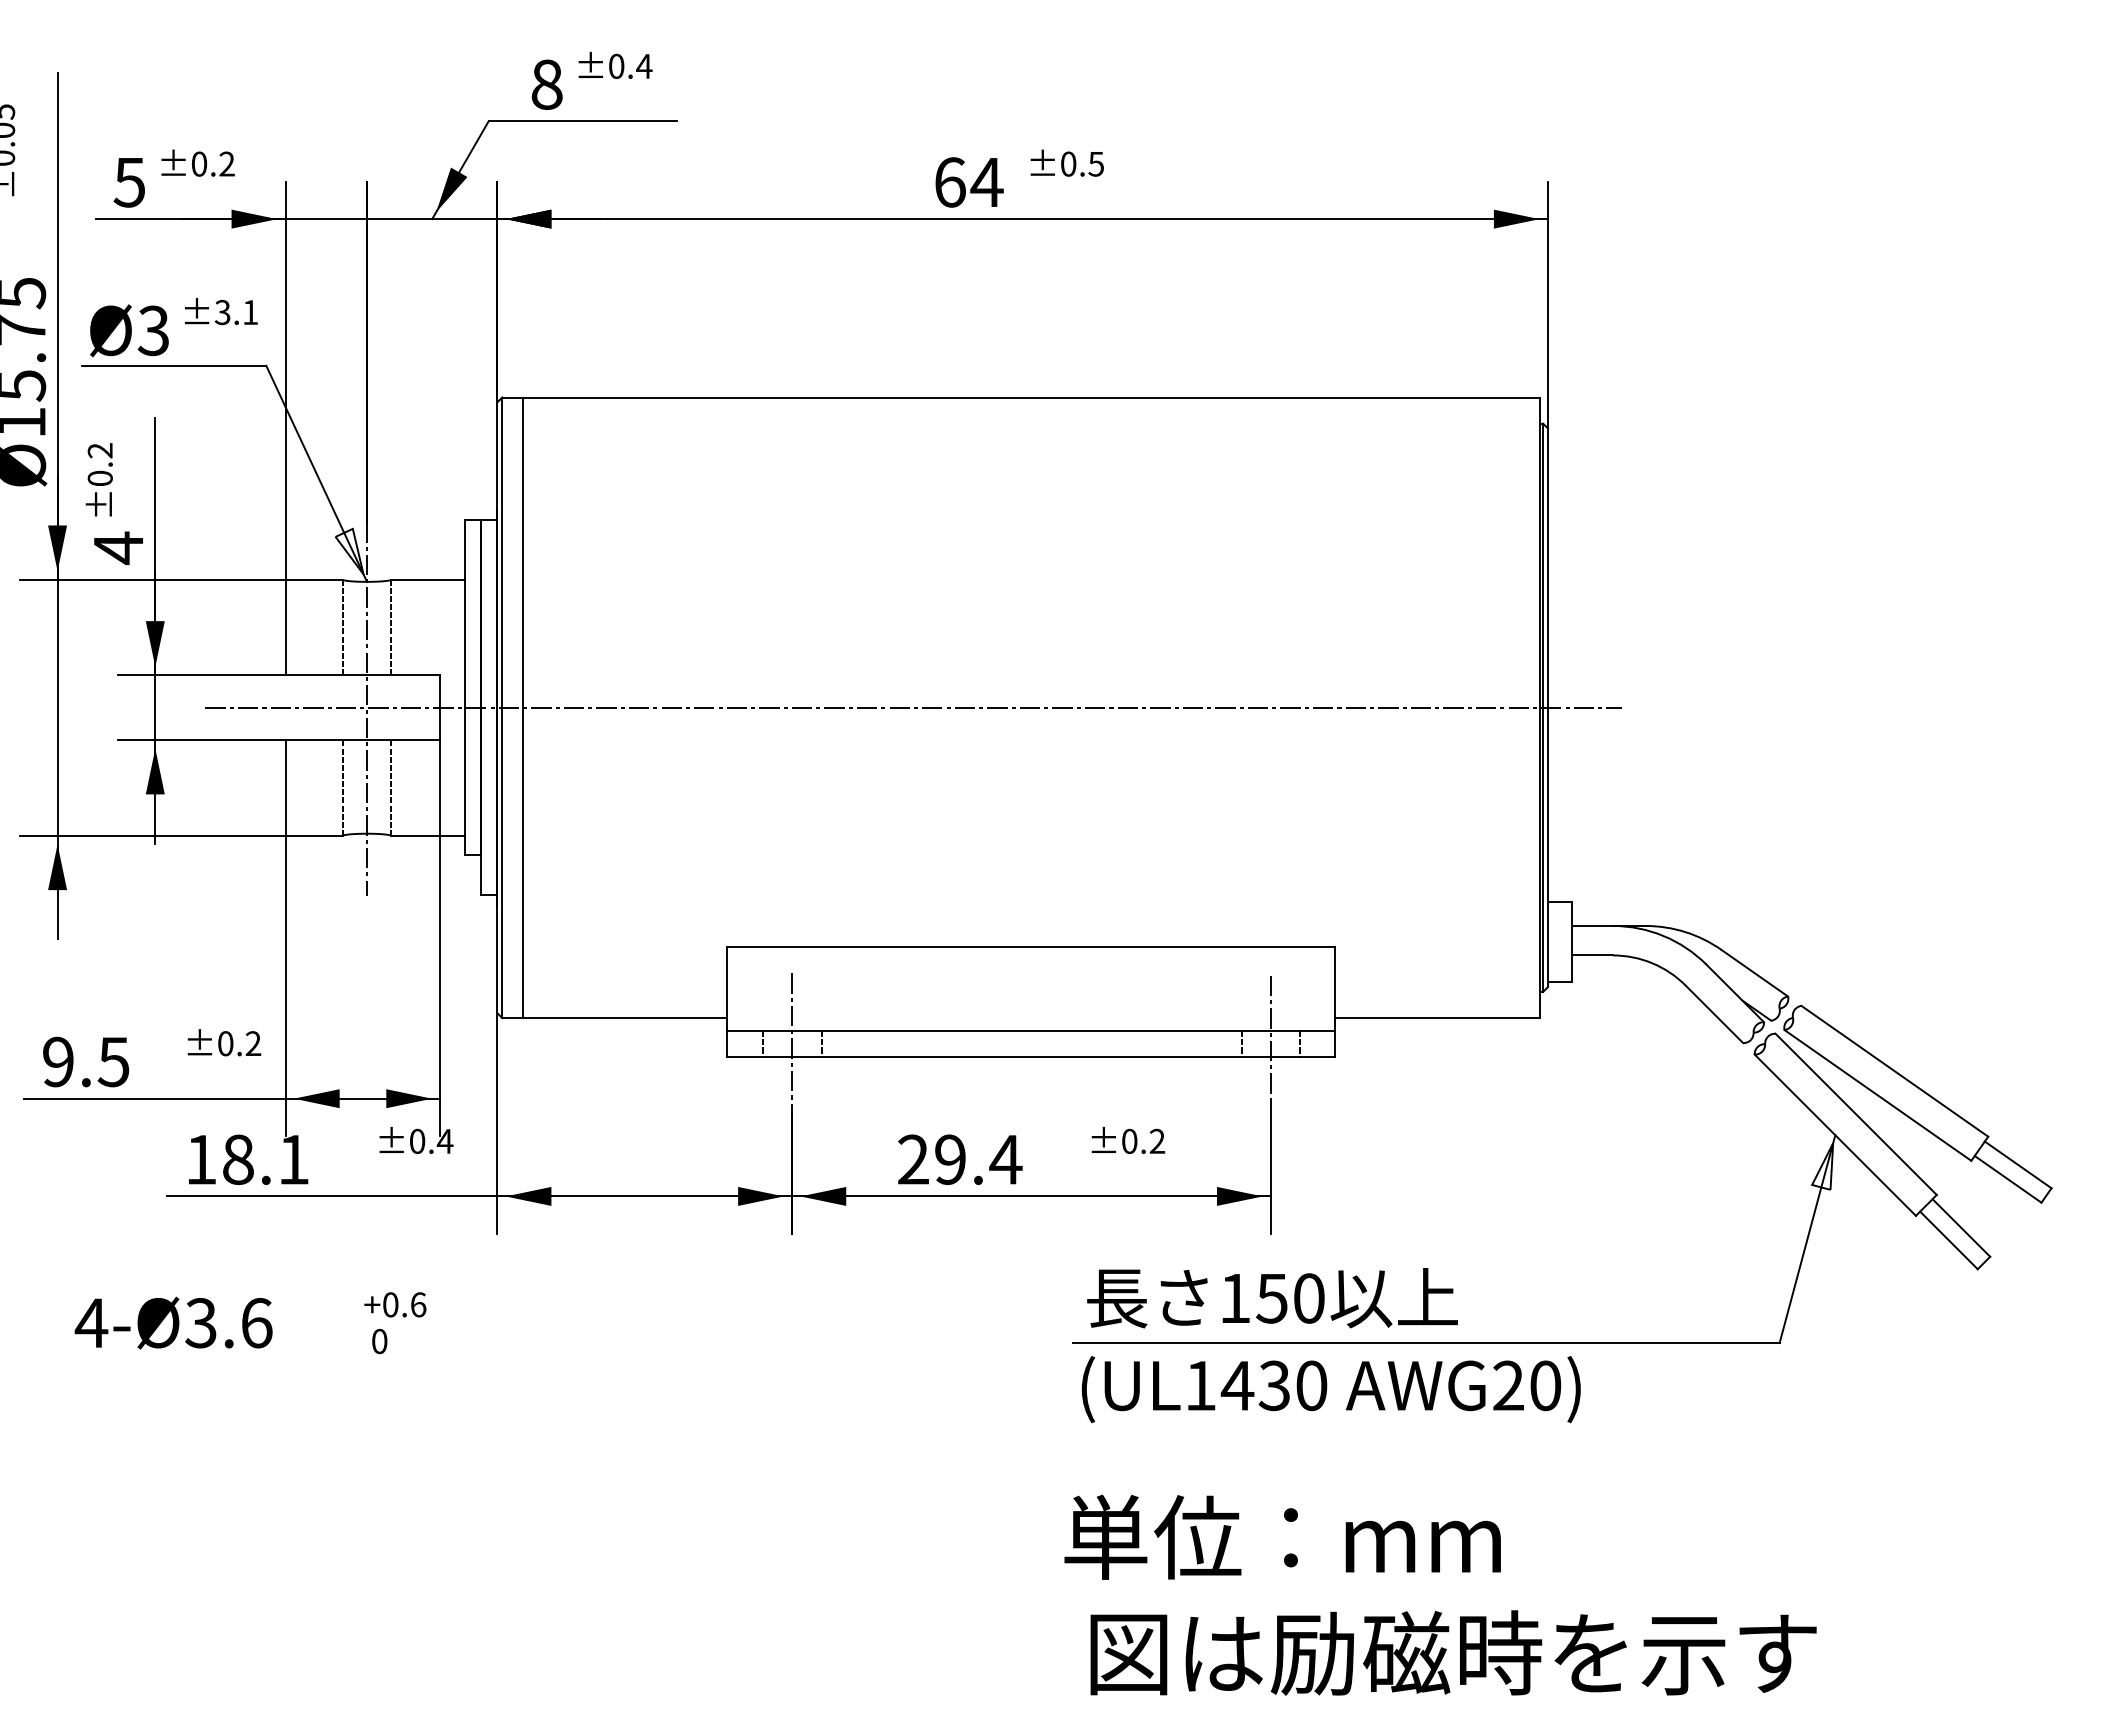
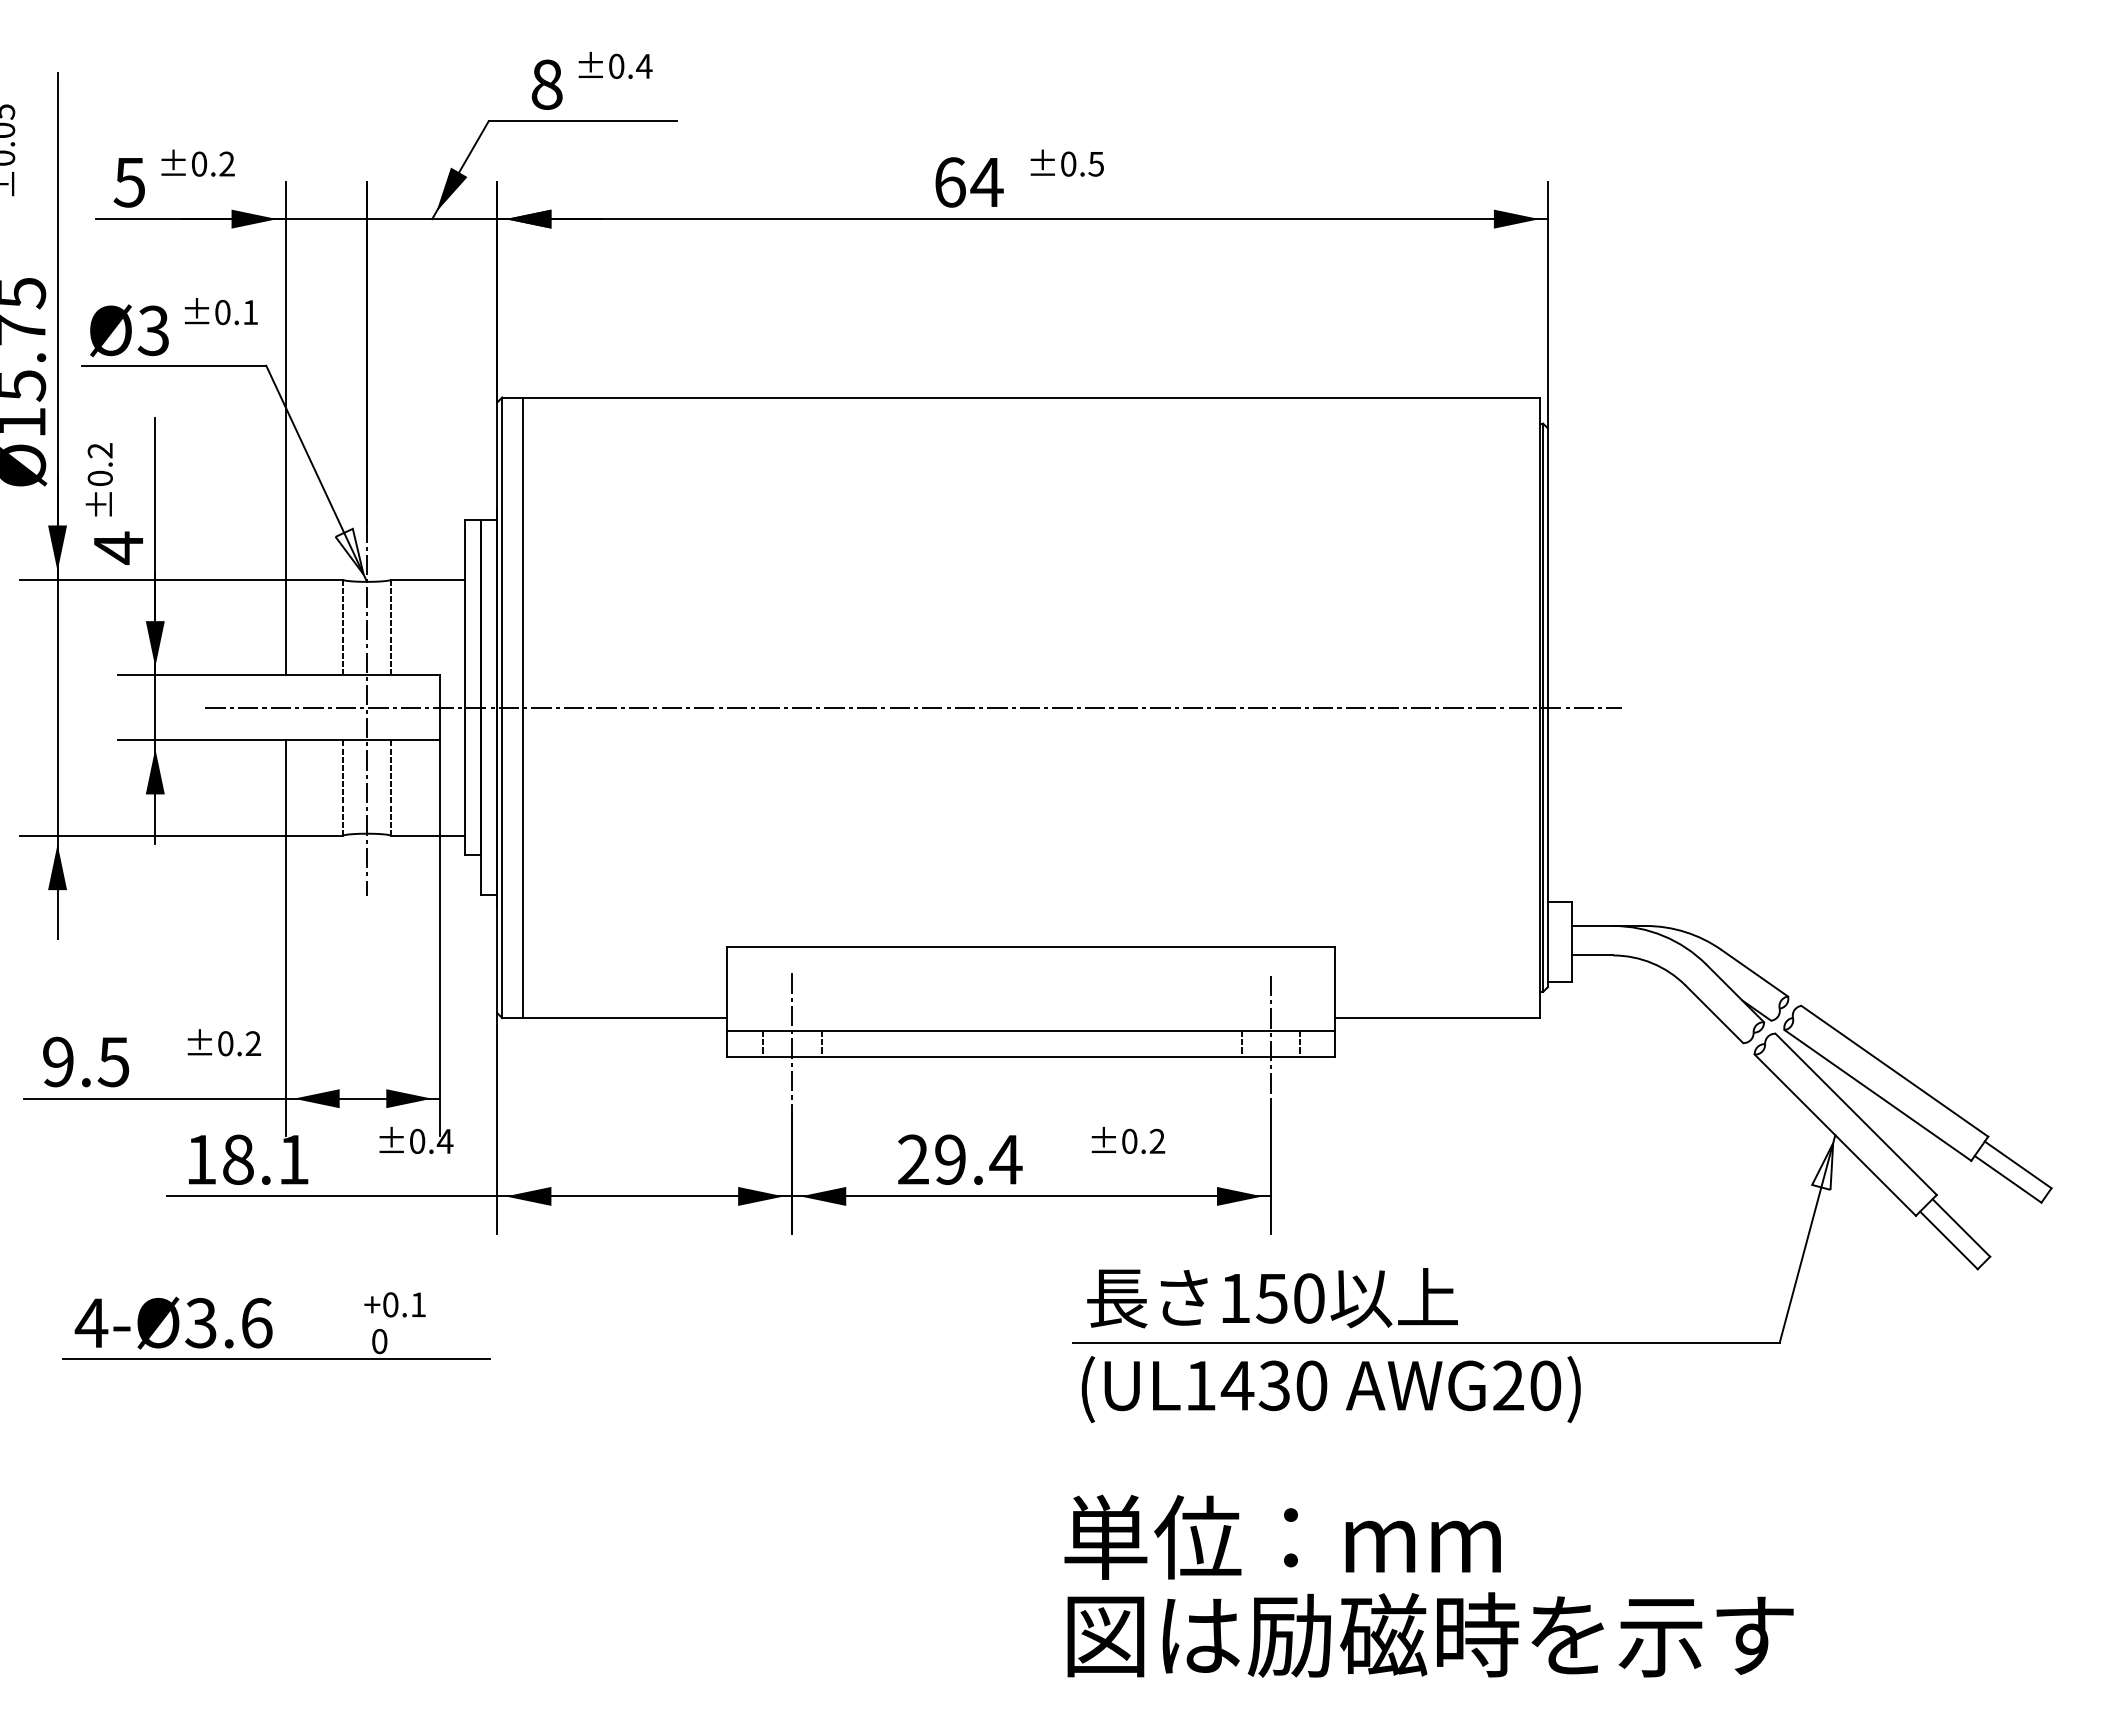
text at (222, 312): ±3.1 -> ±0.1
text at (418, 1304): +0.6 -> +0.1
line at (276, 1359): none -> present
text at (1453, 1652) position: (1453, 1652) -> (1430, 1634)
